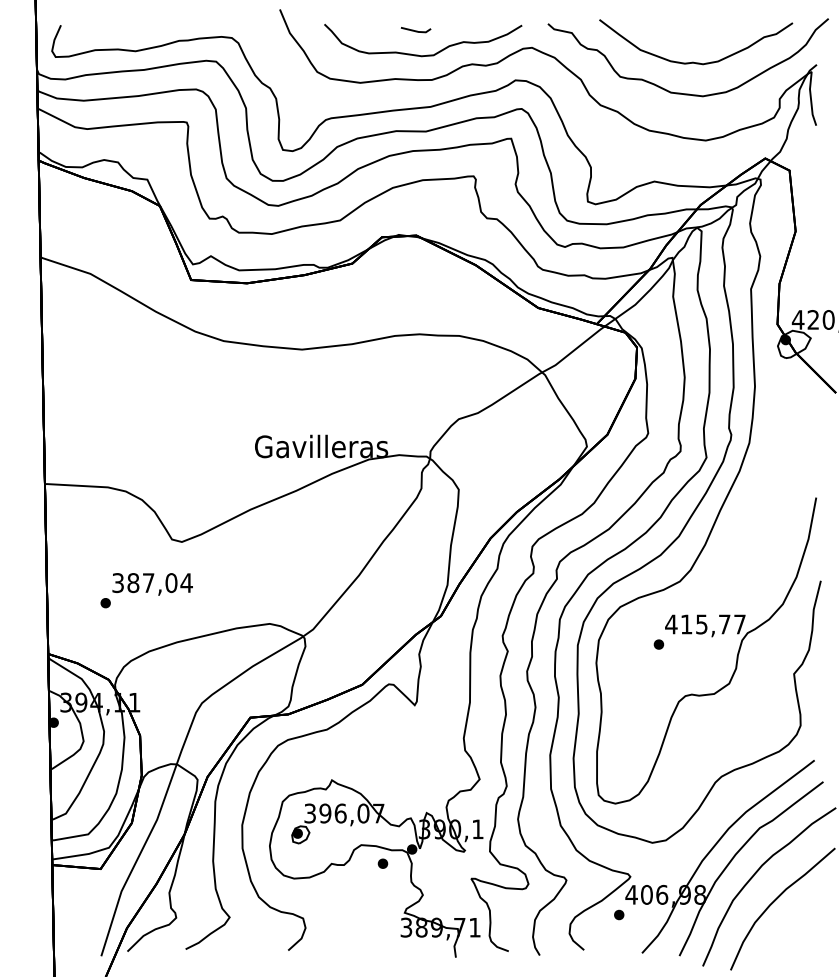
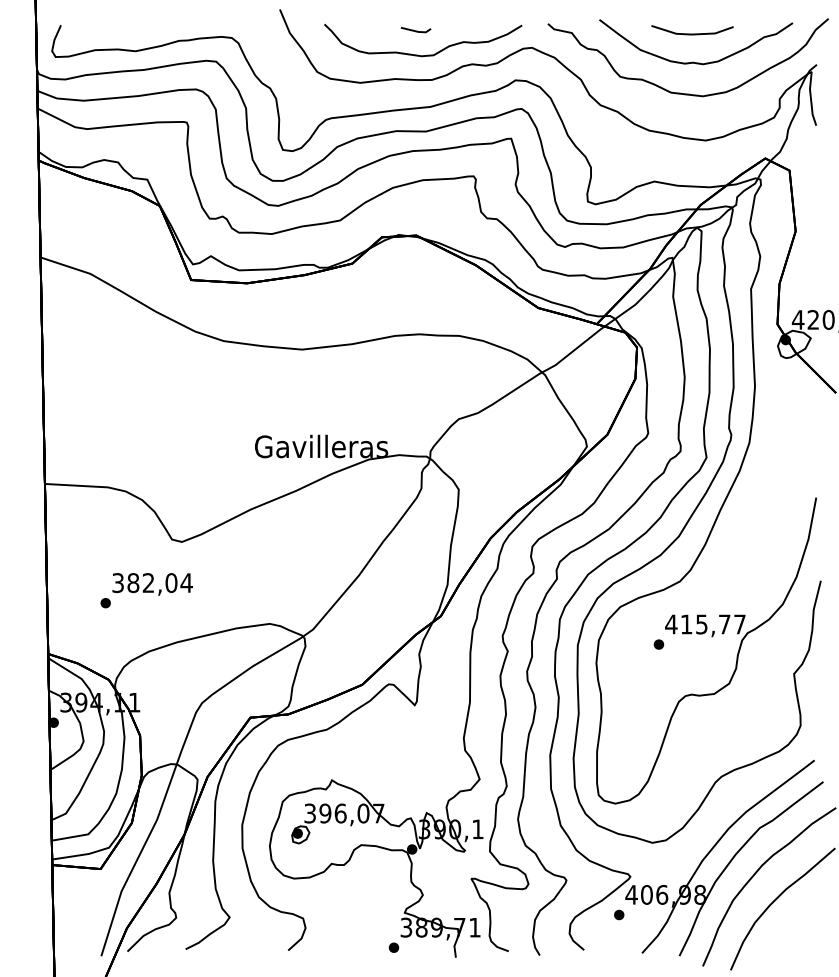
part at (692, 30): none -> present
text at (148, 582): 387,04 -> 382,04
part at (382, 863) position: (382, 863) -> (393, 947)
